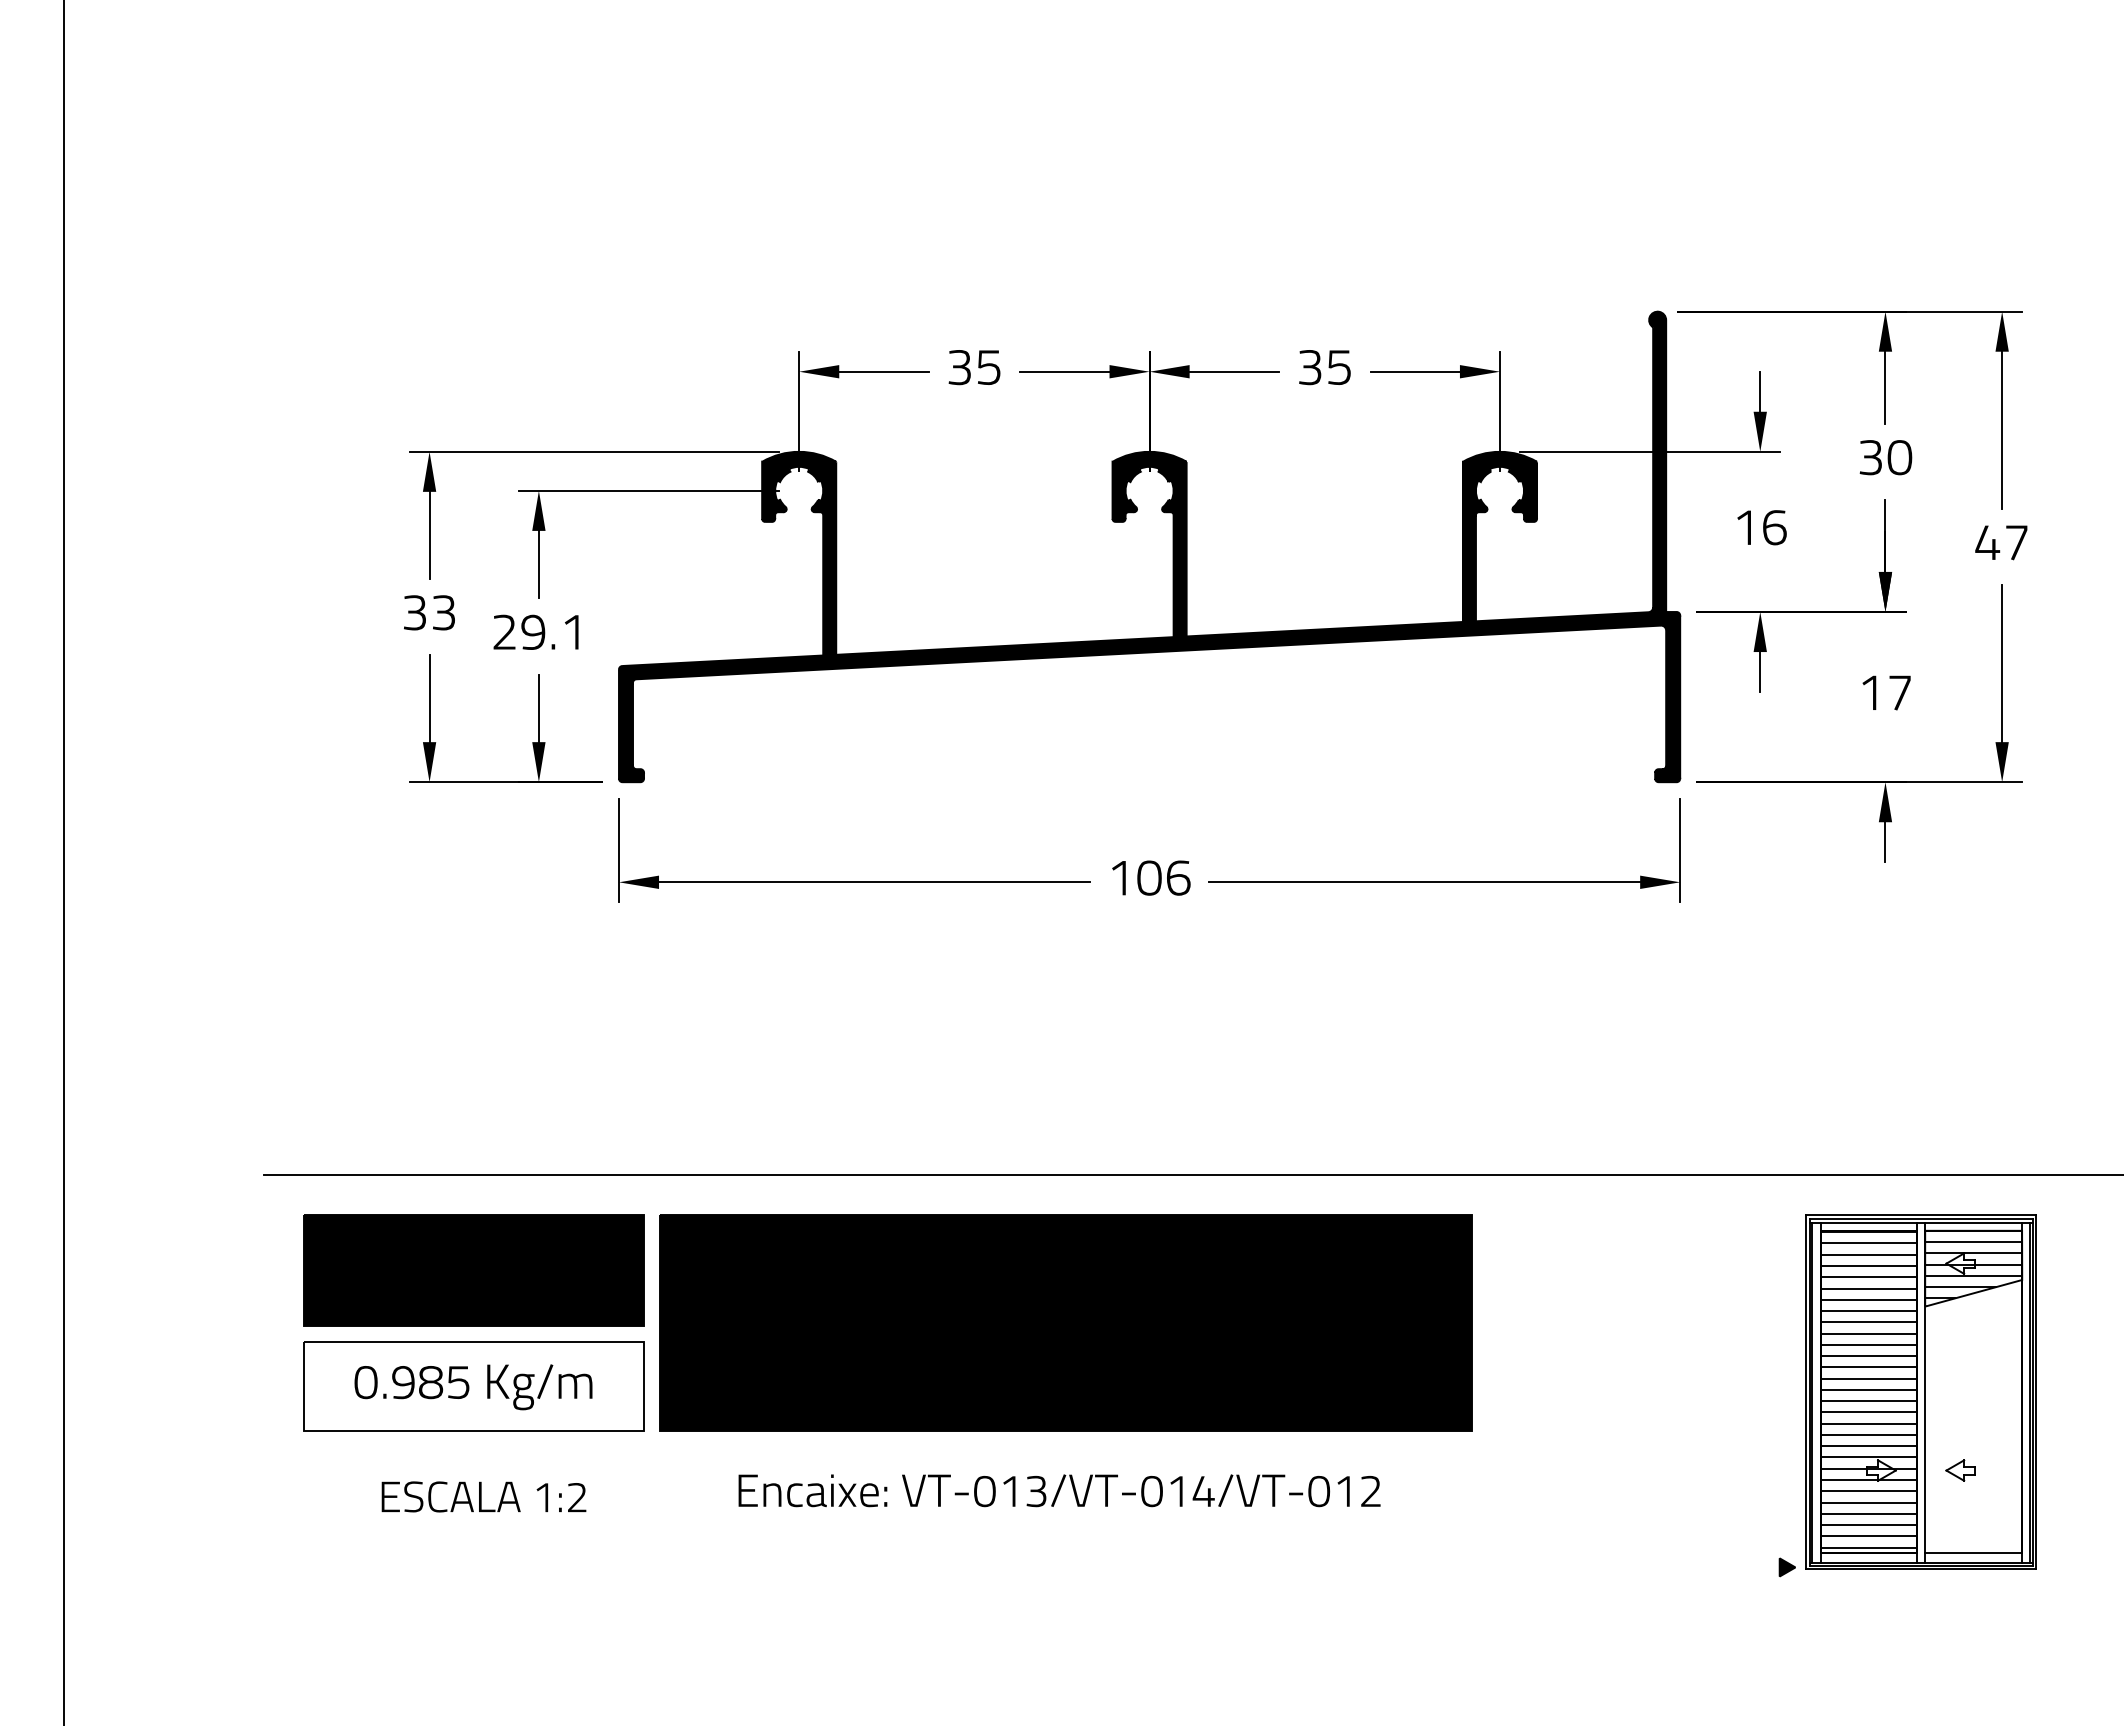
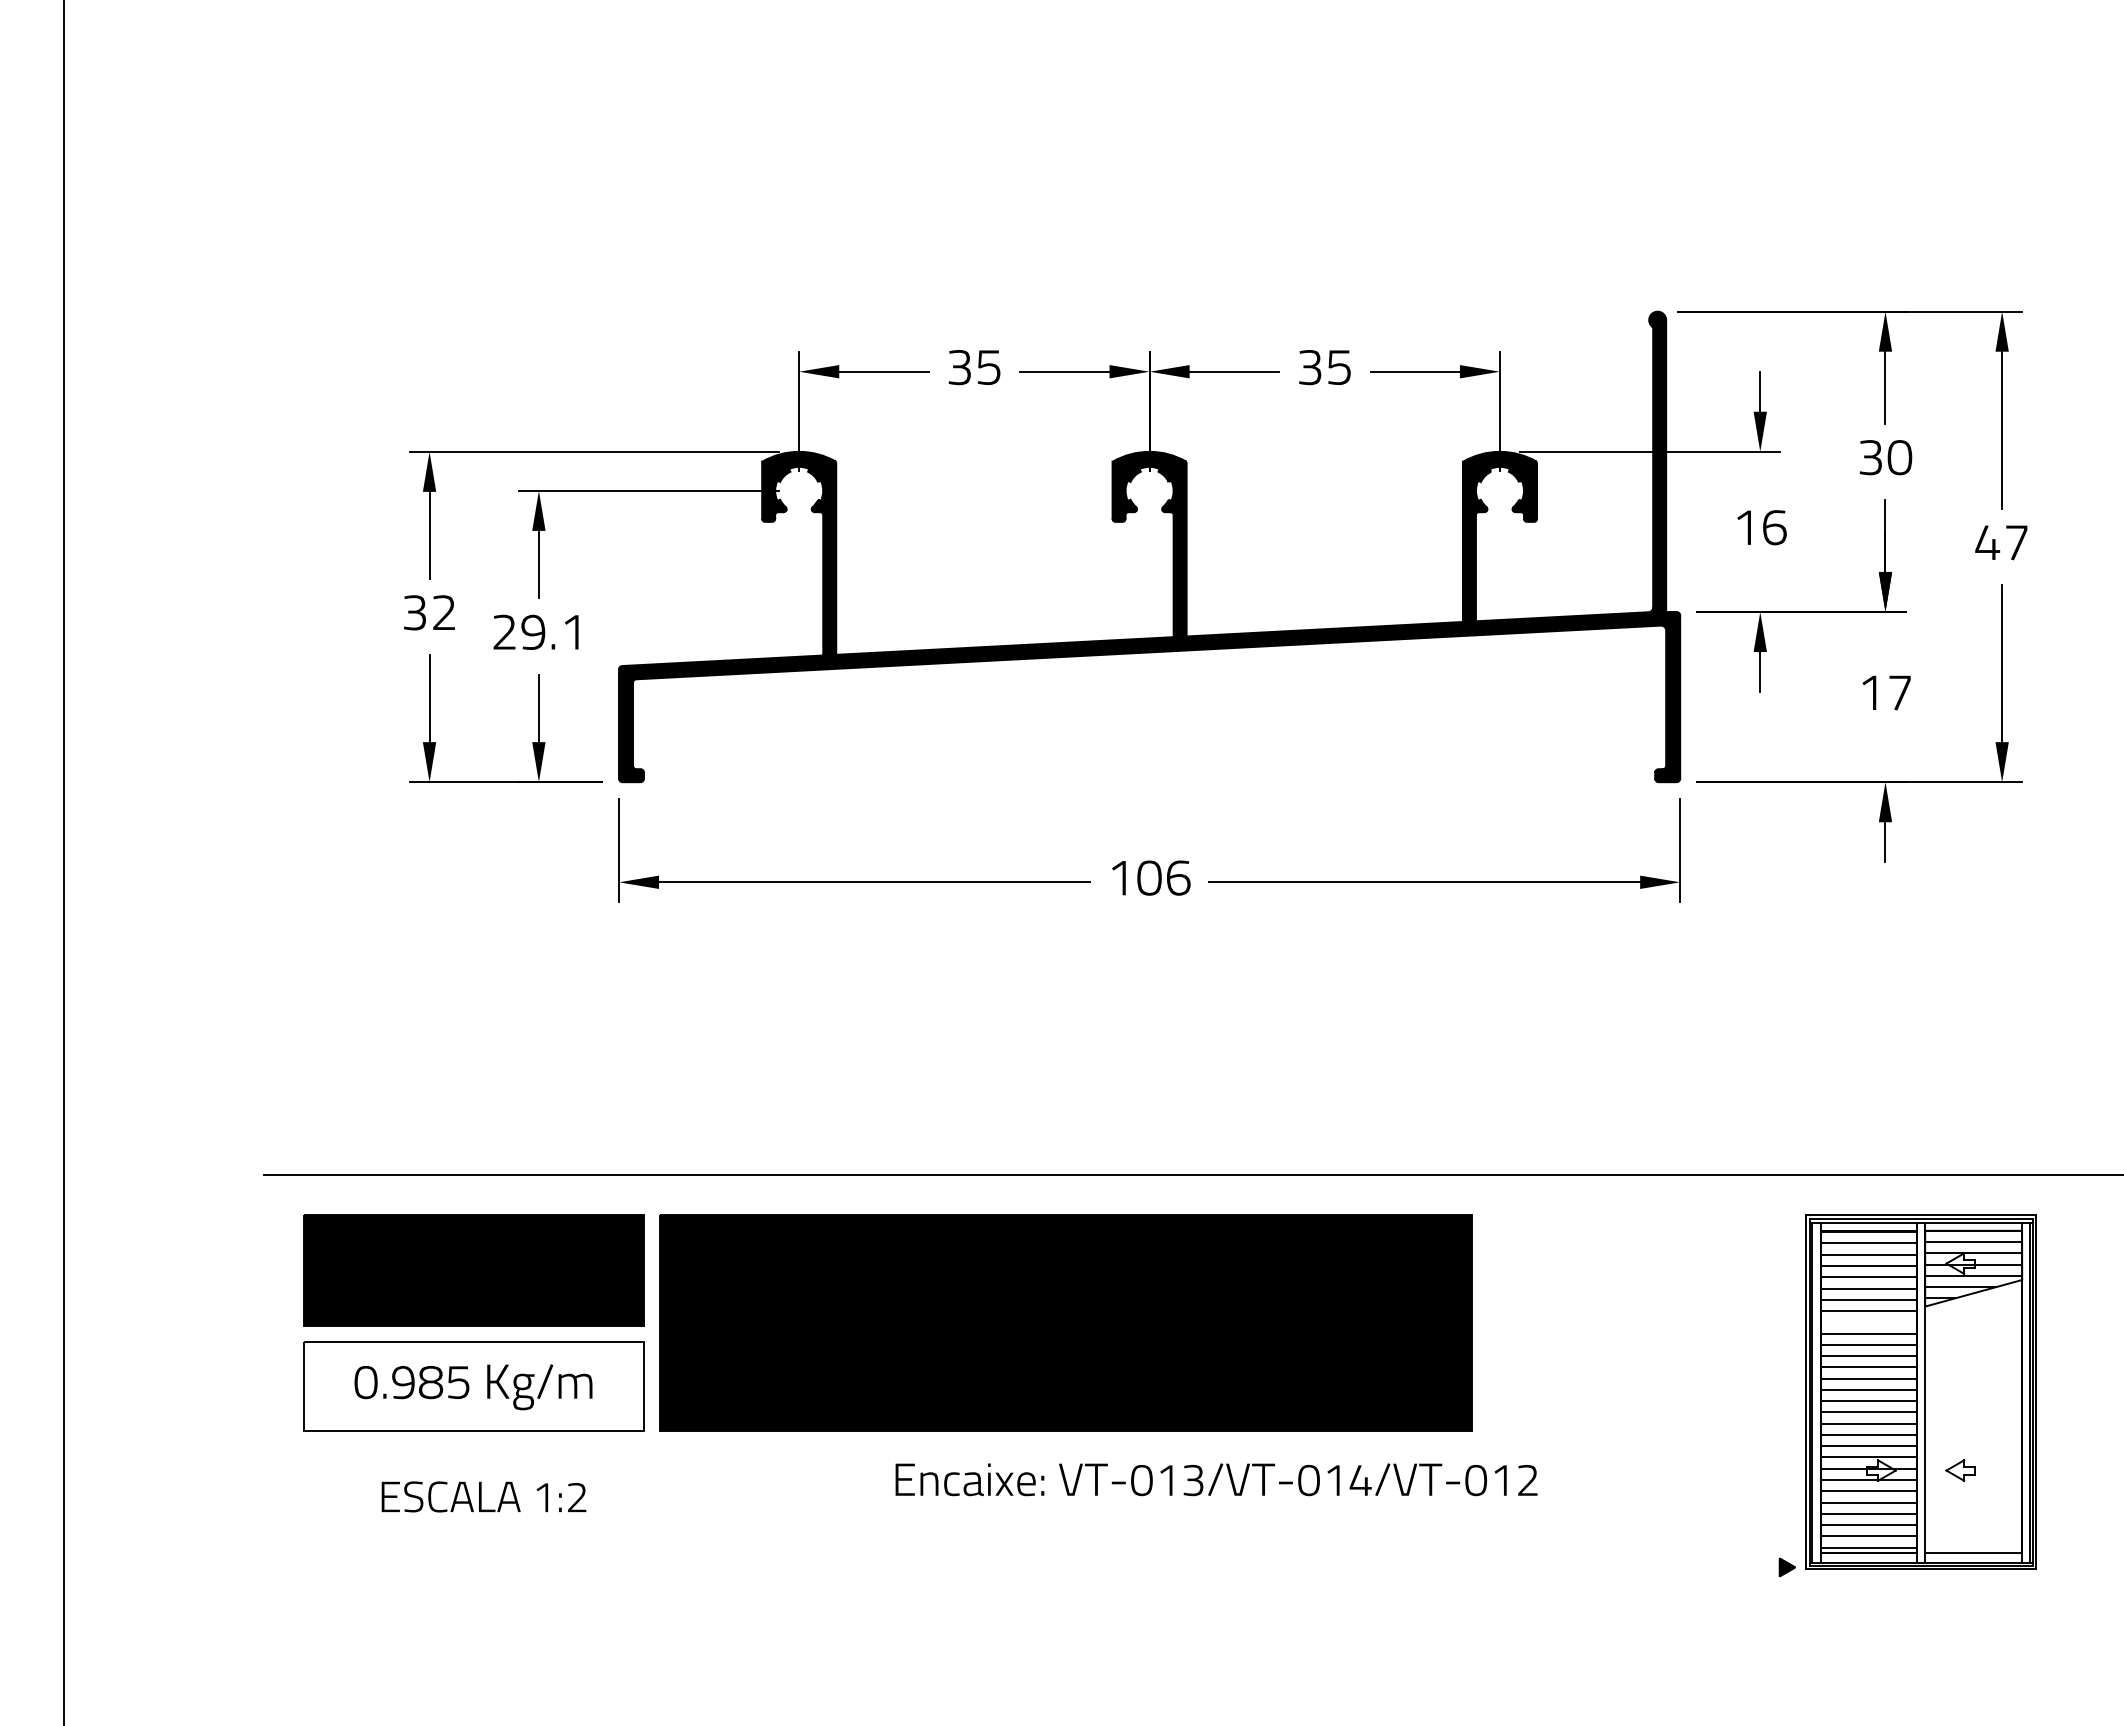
text at (443, 612): 33 -> 32
line at (1868, 1322): present -> none
text at (1059, 1490) position: (1059, 1490) -> (1216, 1479)
